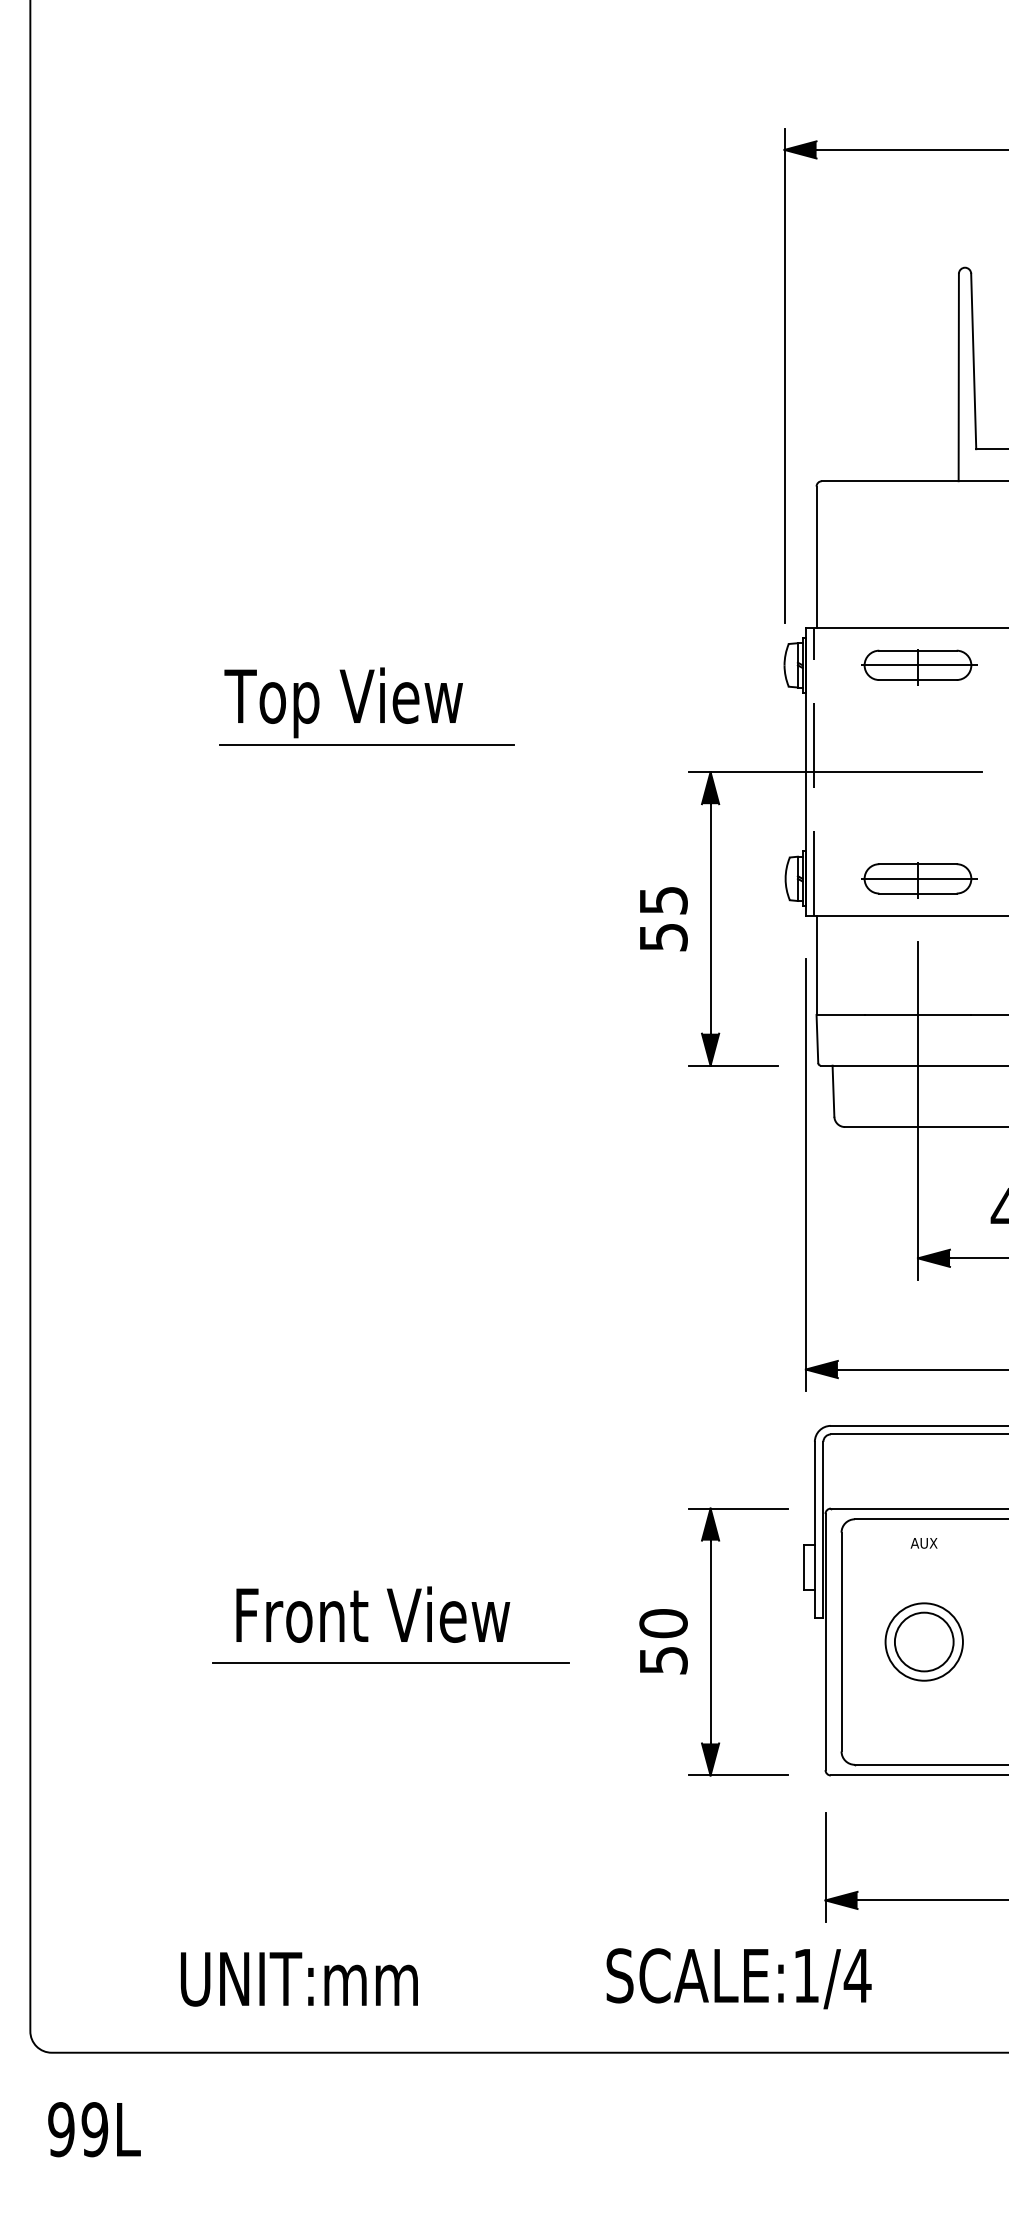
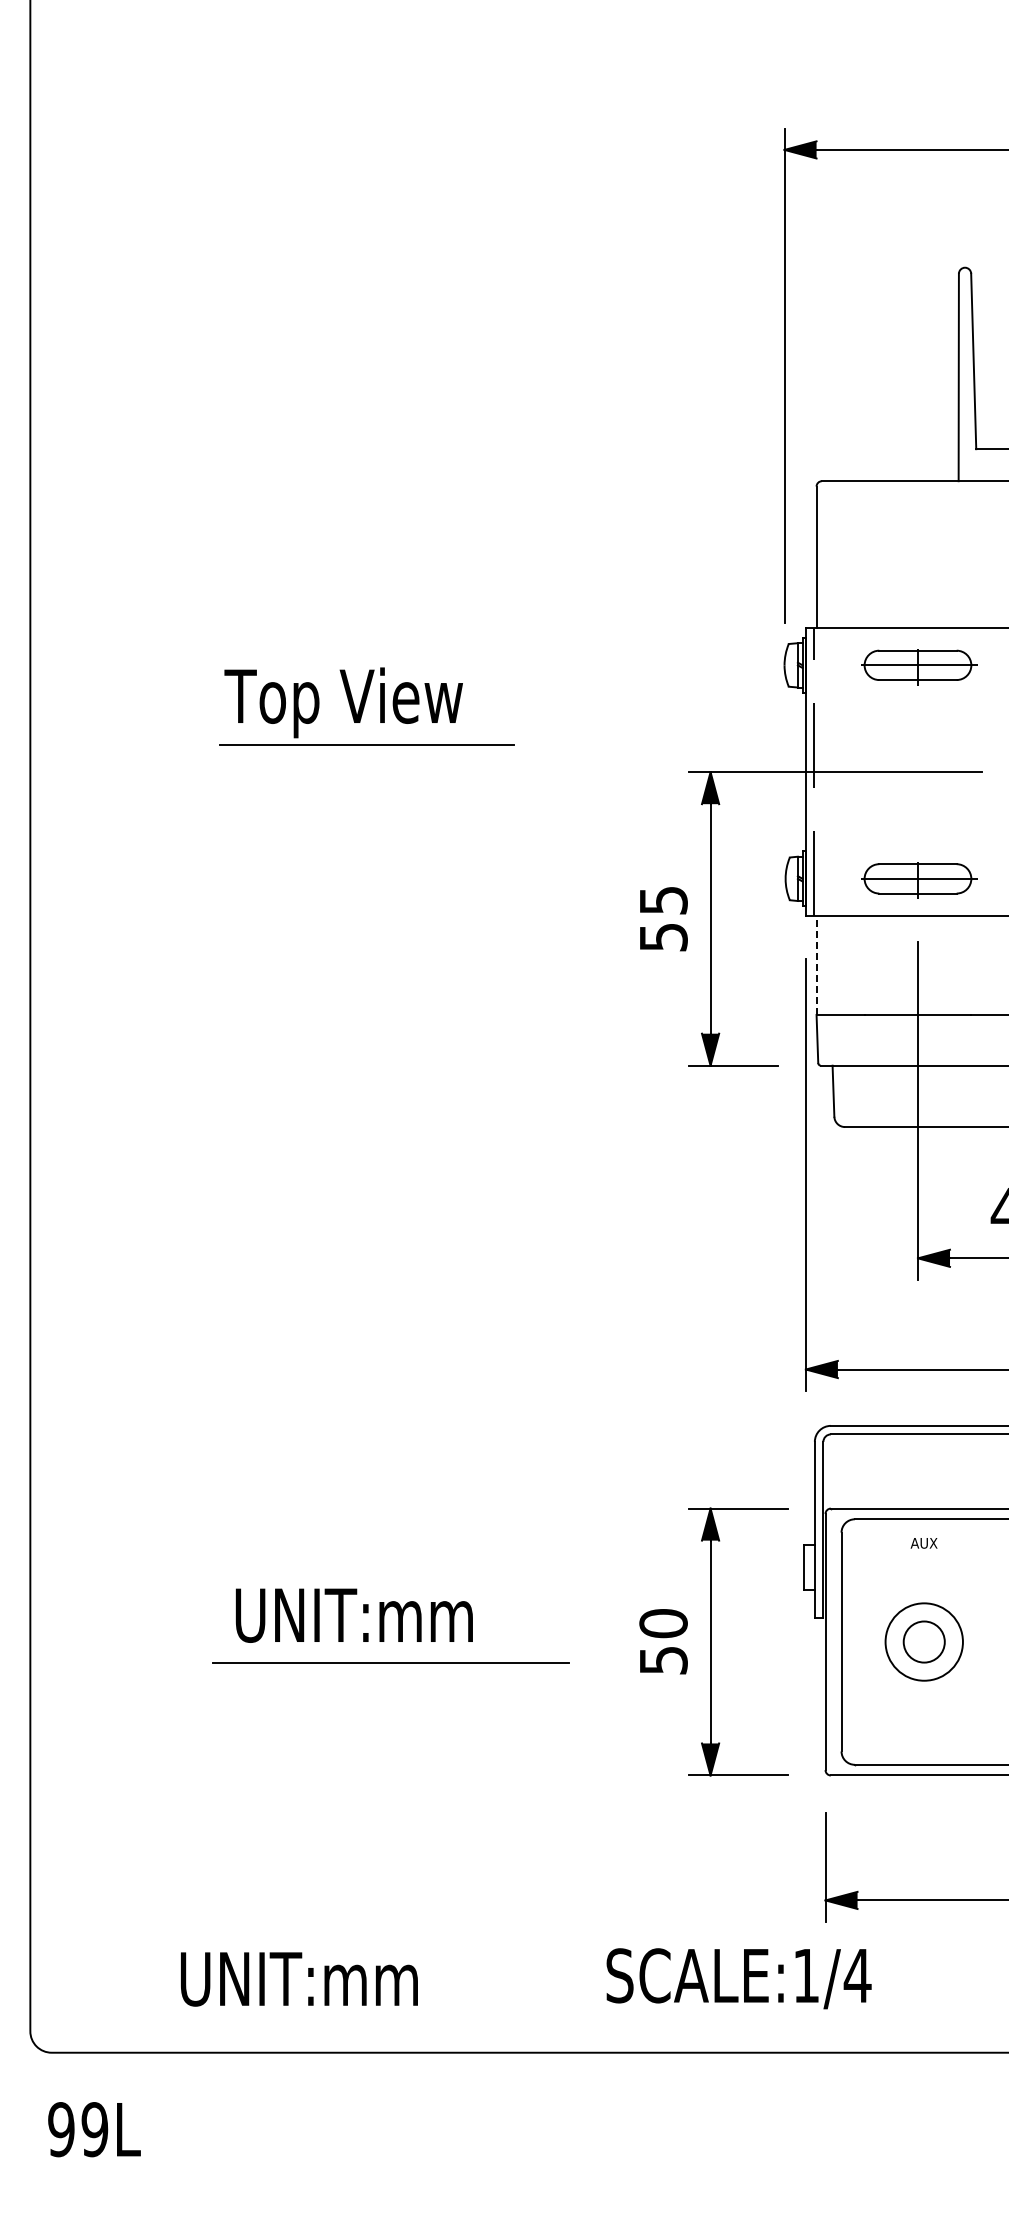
line at (816, 965): solid -> dashed
text at (372, 1614): Front View -> UNIT:mm
circle at (923, 1641) diameter: 59 px -> 41 px
